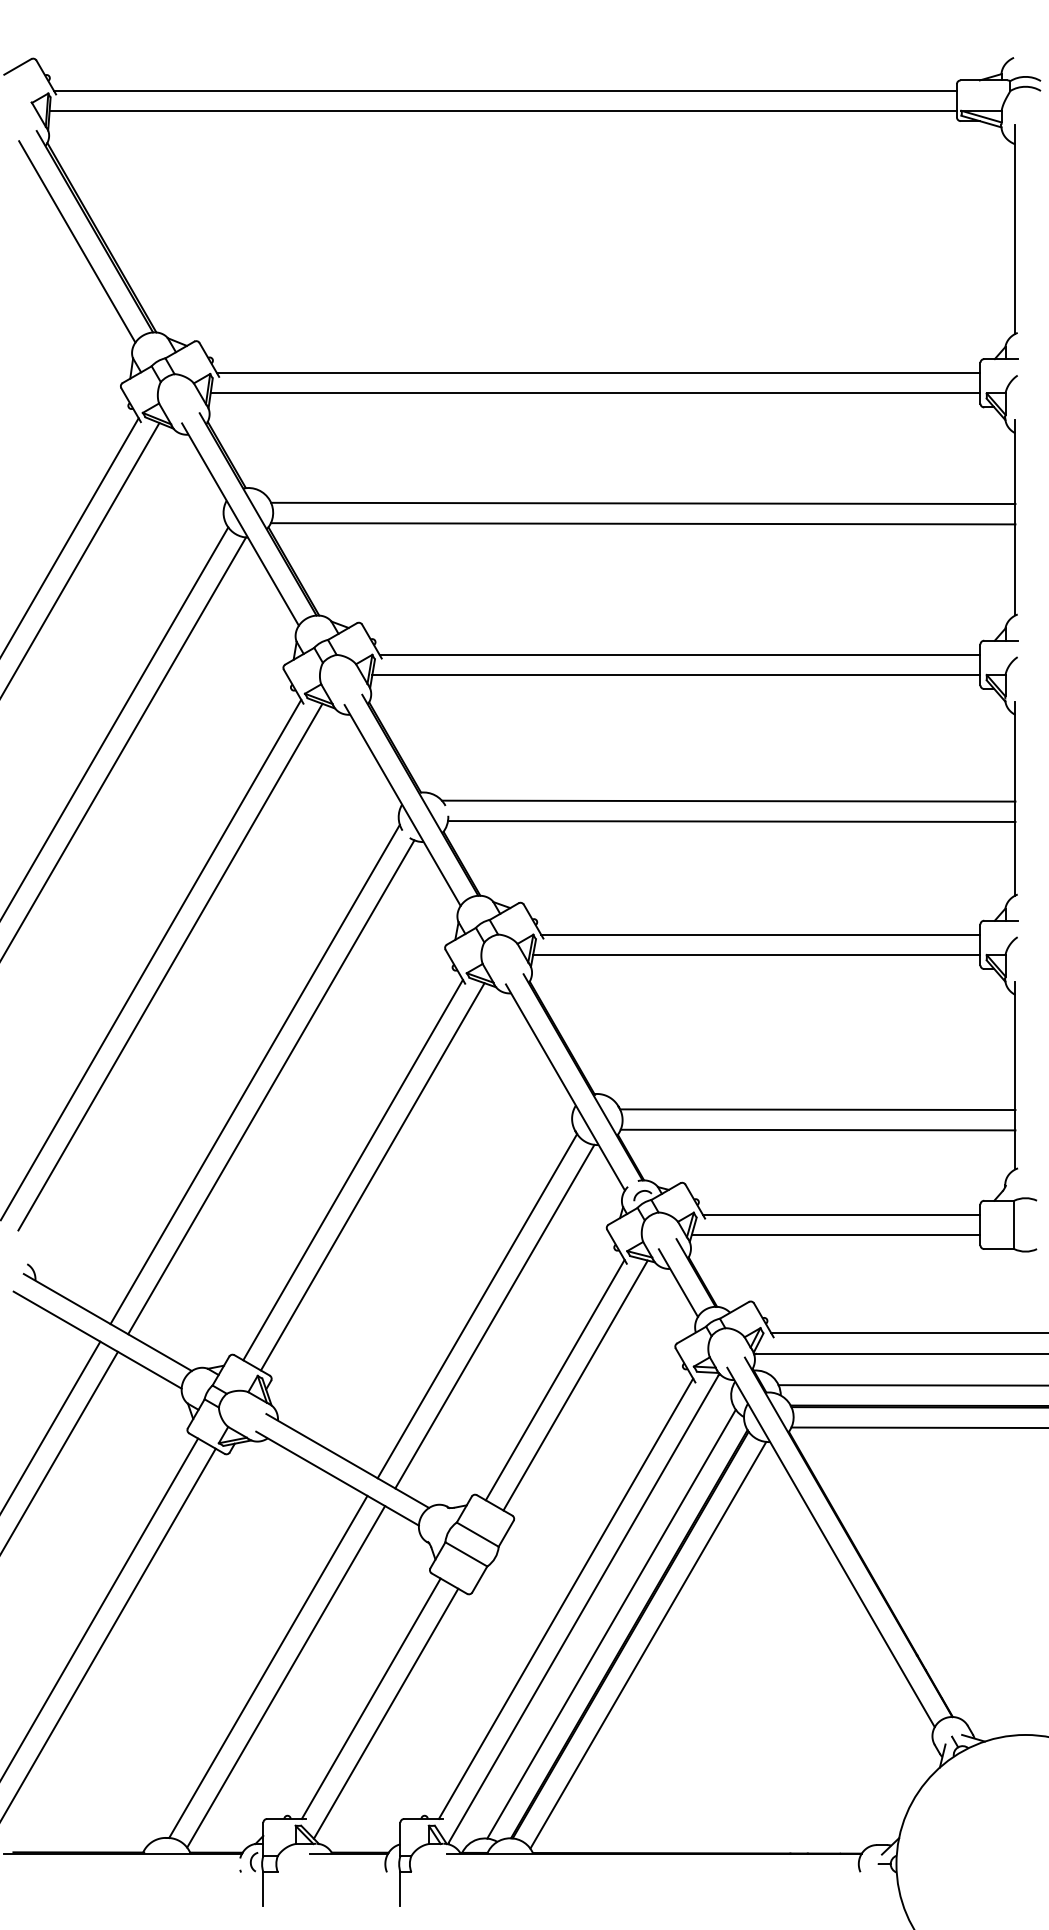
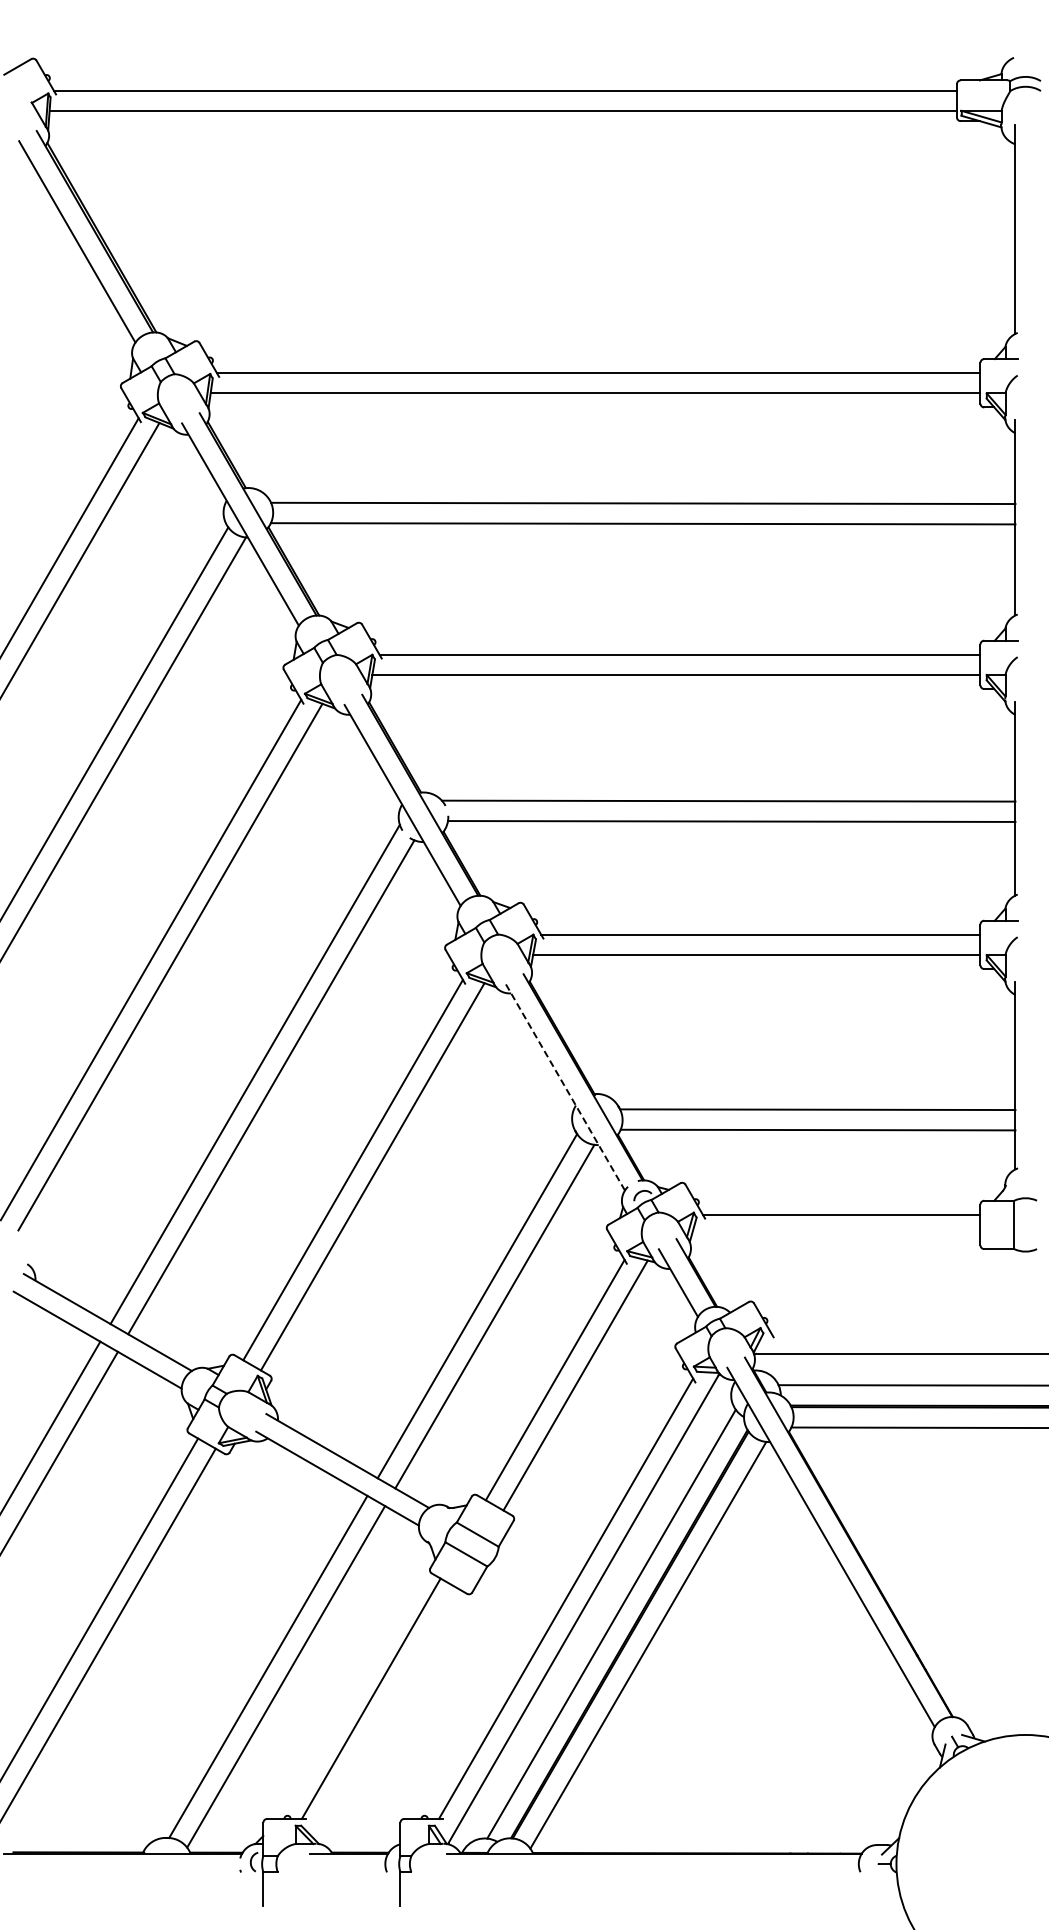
line at (565, 1087): solid -> dashed
line at (835, 1235): present -> none
line at (908, 1333): present -> none
line at (385, 1713): present -> none
